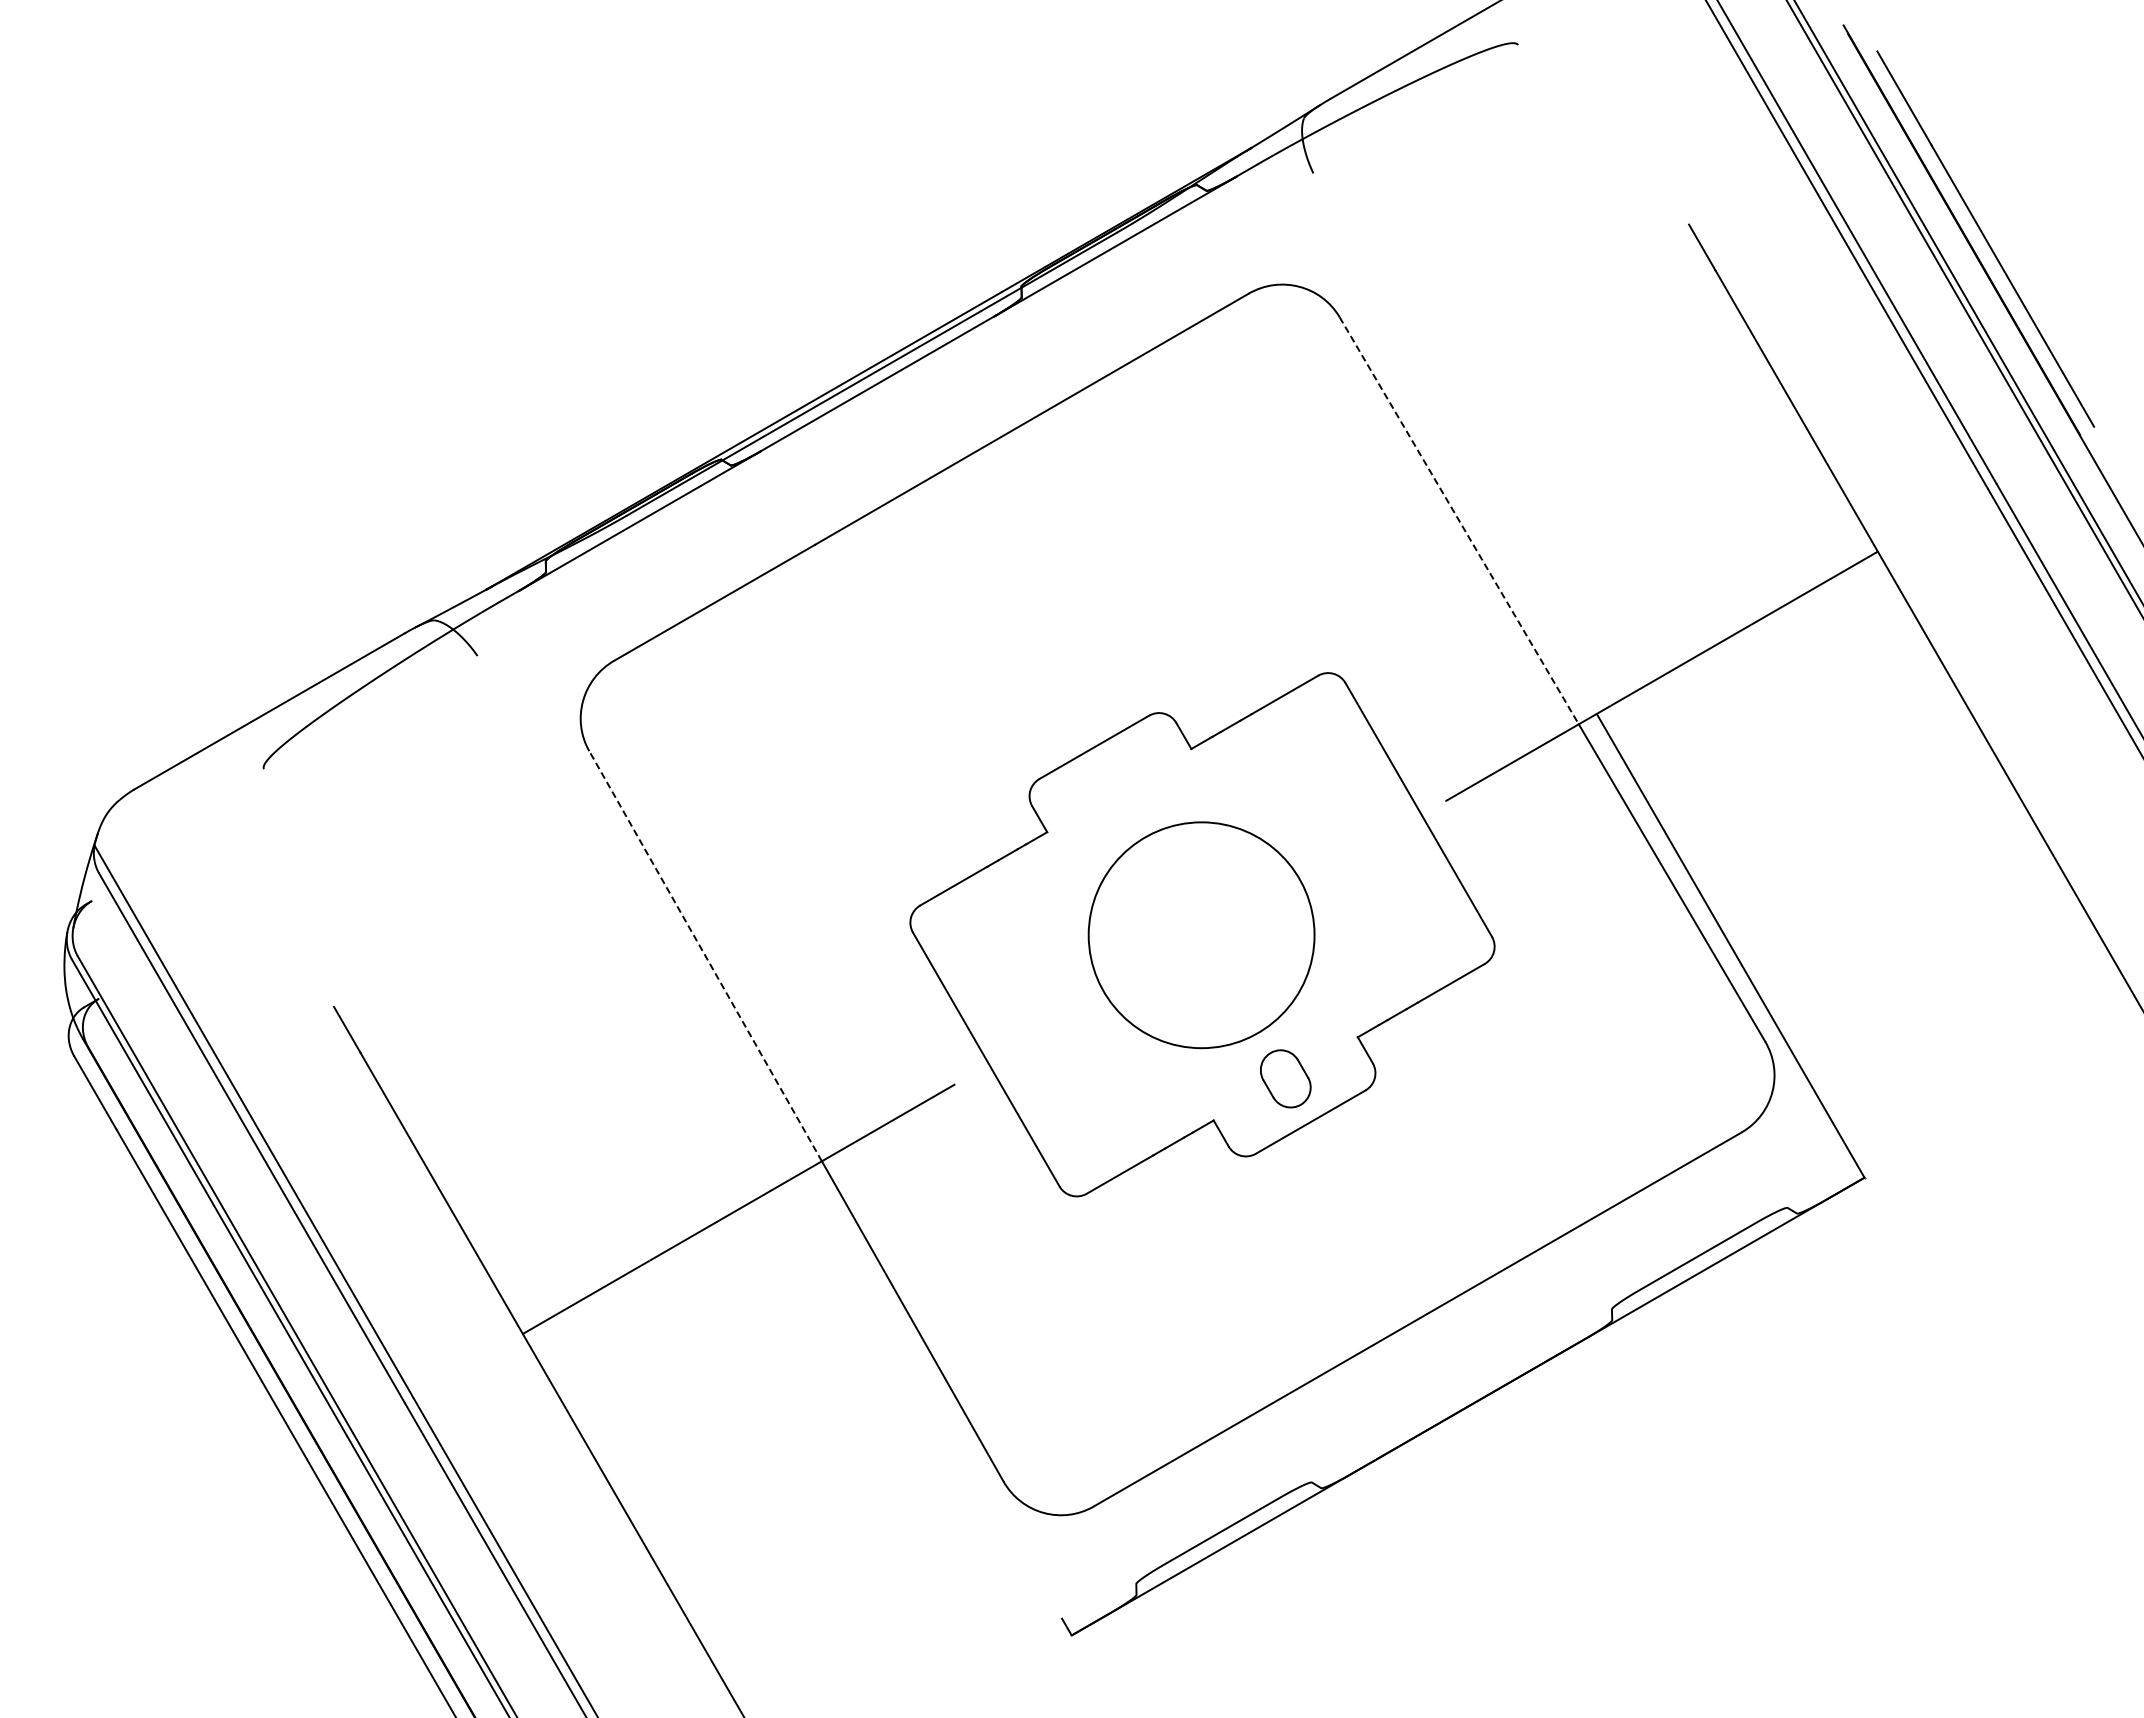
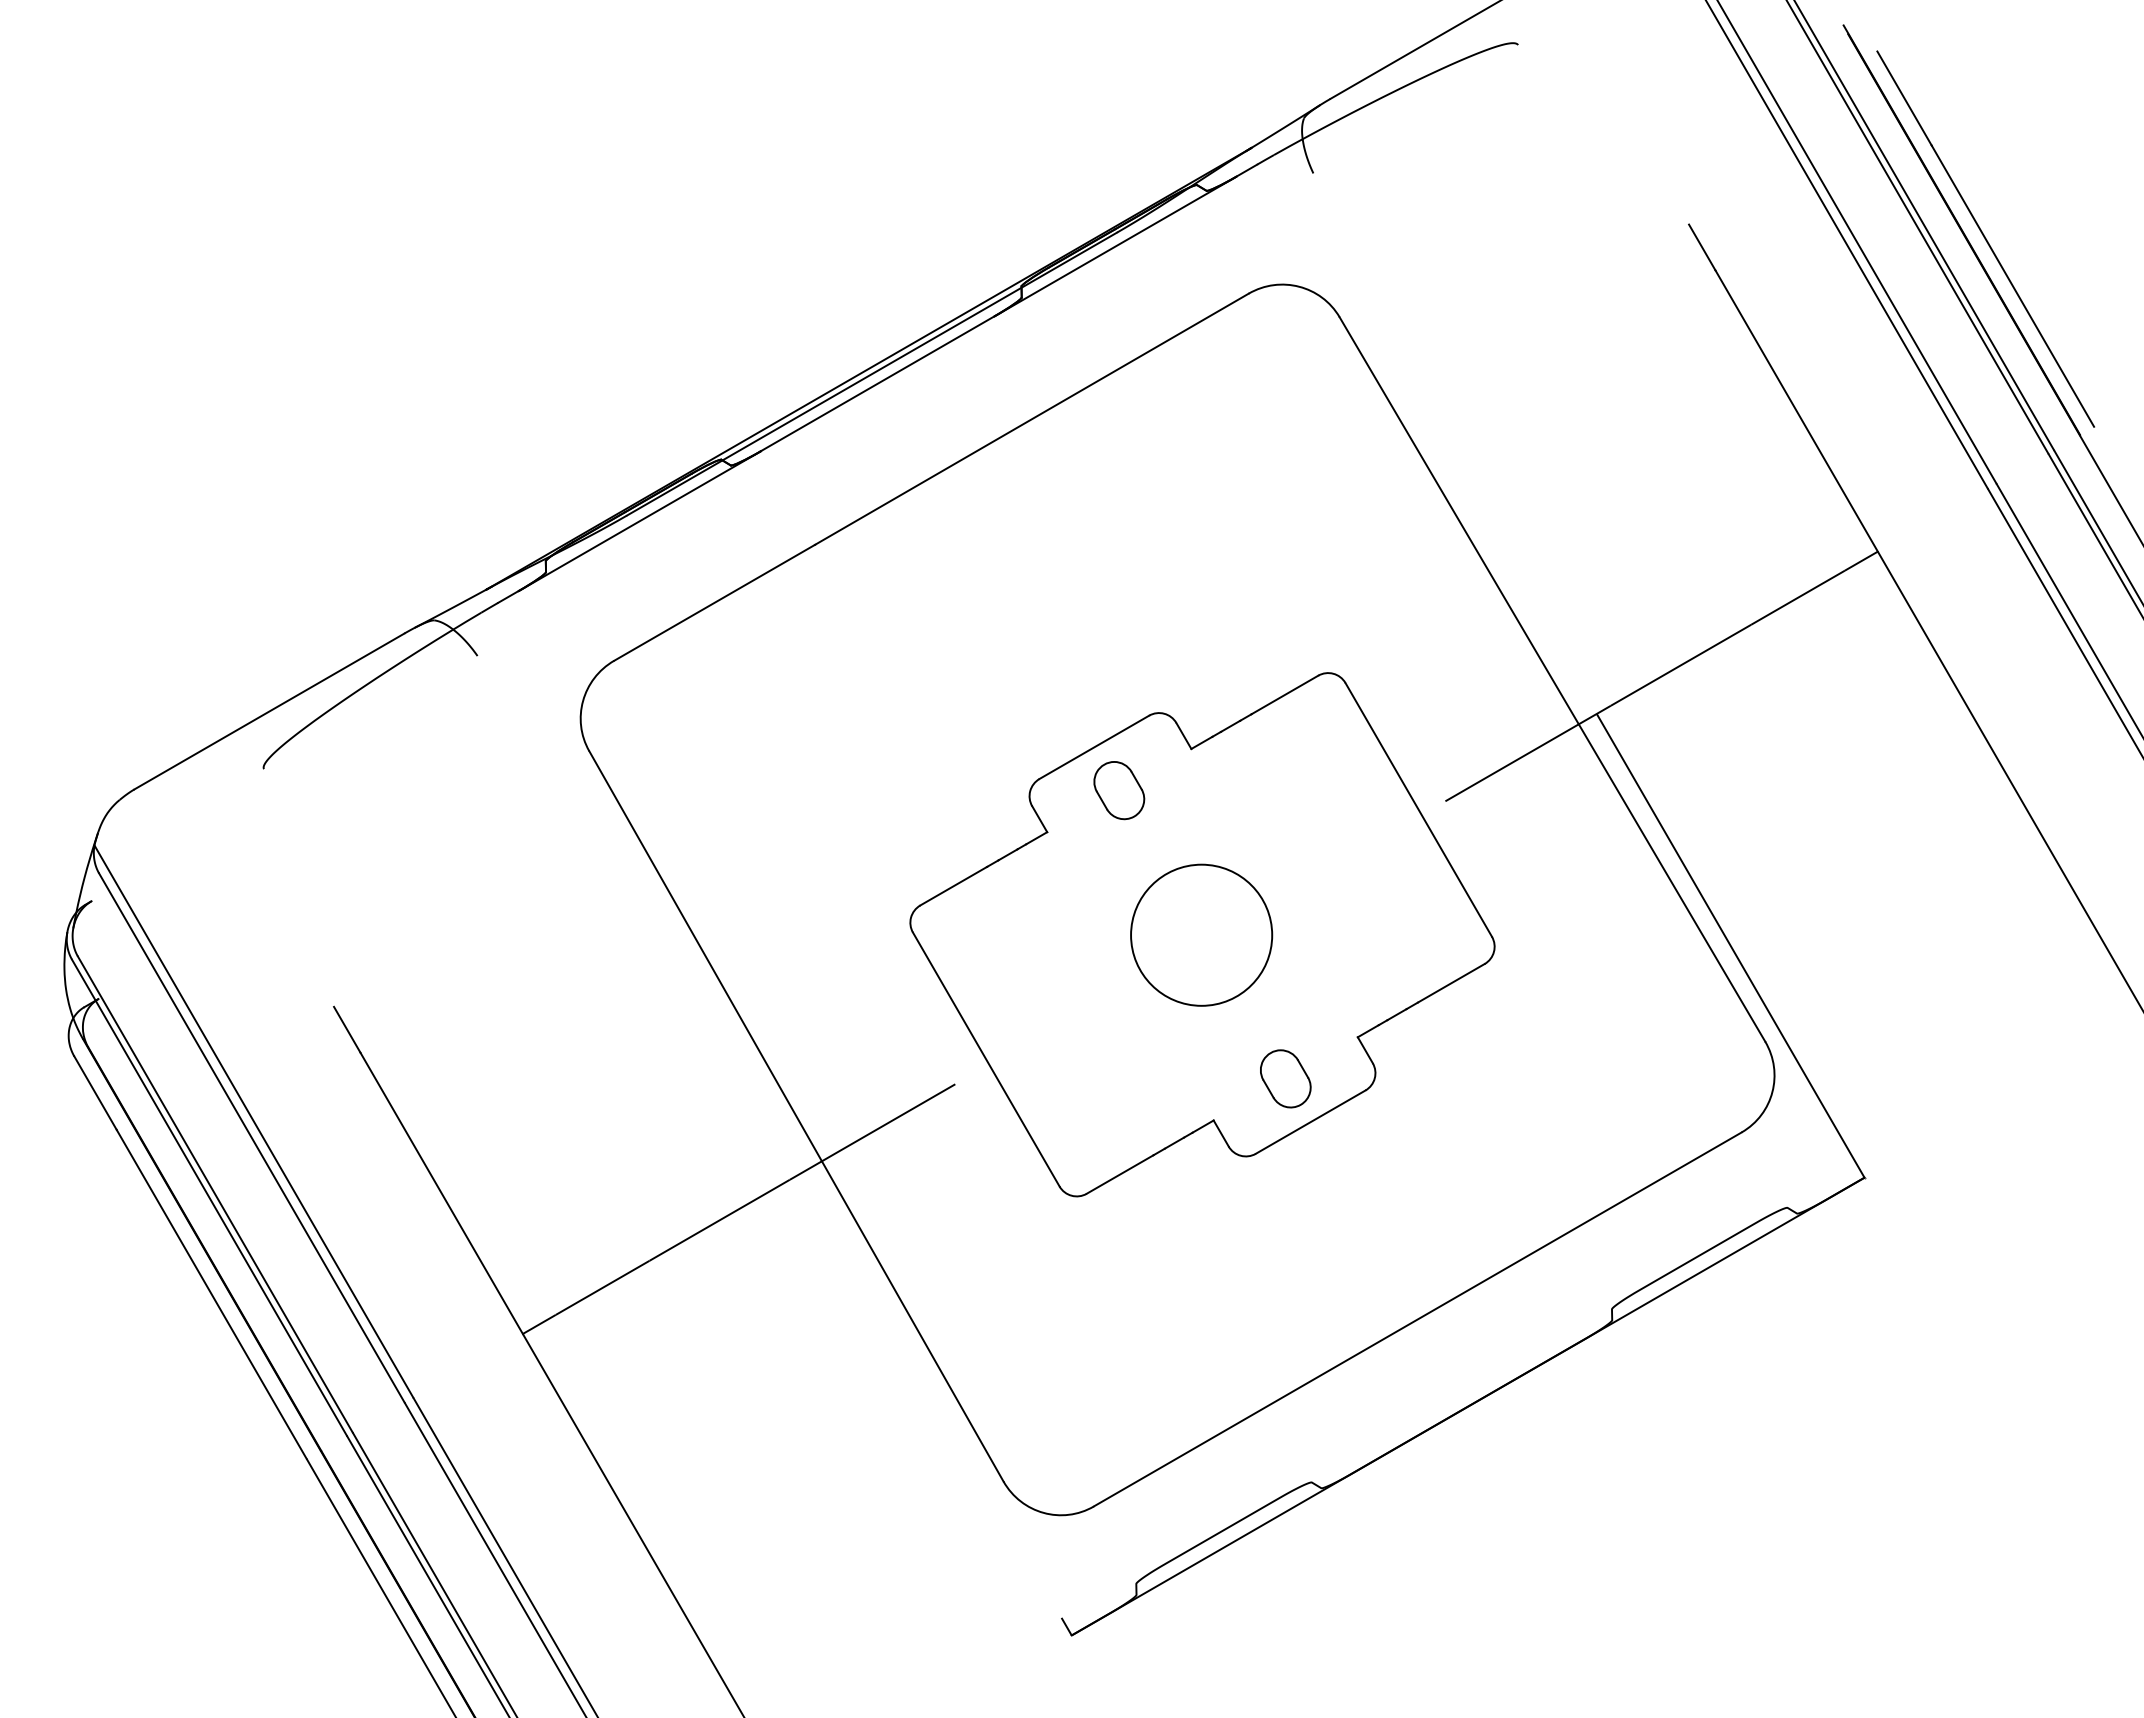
line at (1459, 521): dashed -> solid
part at (1119, 790): none -> present
circle at (1201, 935) diameter: 226 px -> 141 px
line at (705, 956): dashed -> solid
